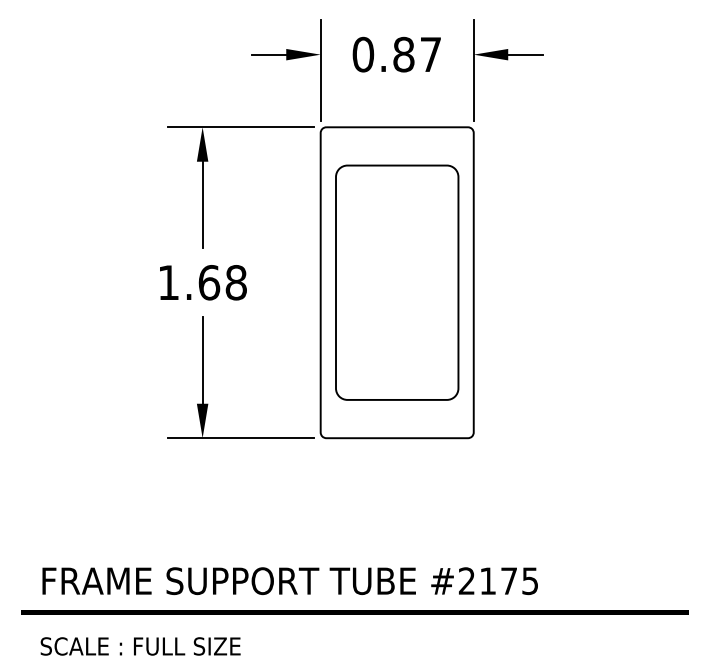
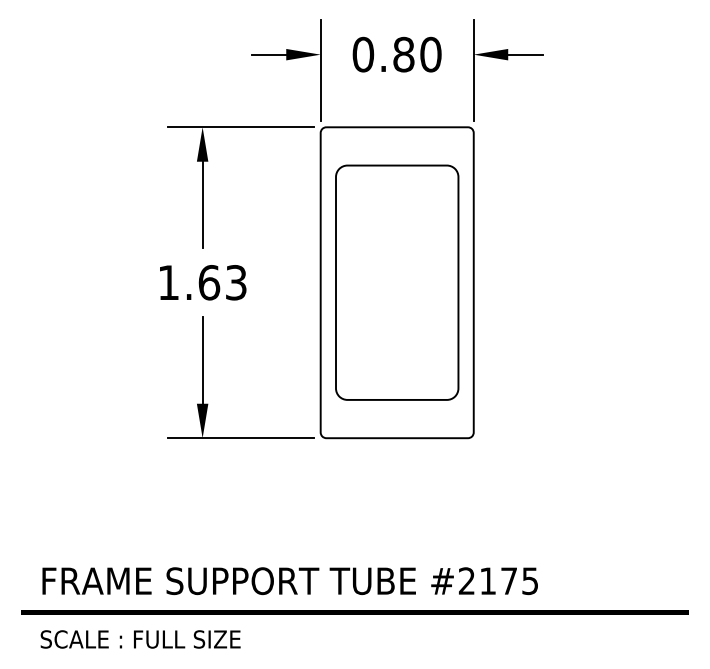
text at (430, 54): 0.87 -> 0.80
text at (235, 282): 1.68 -> 1.63
text at (140, 646) position: (140, 646) -> (140, 639)
